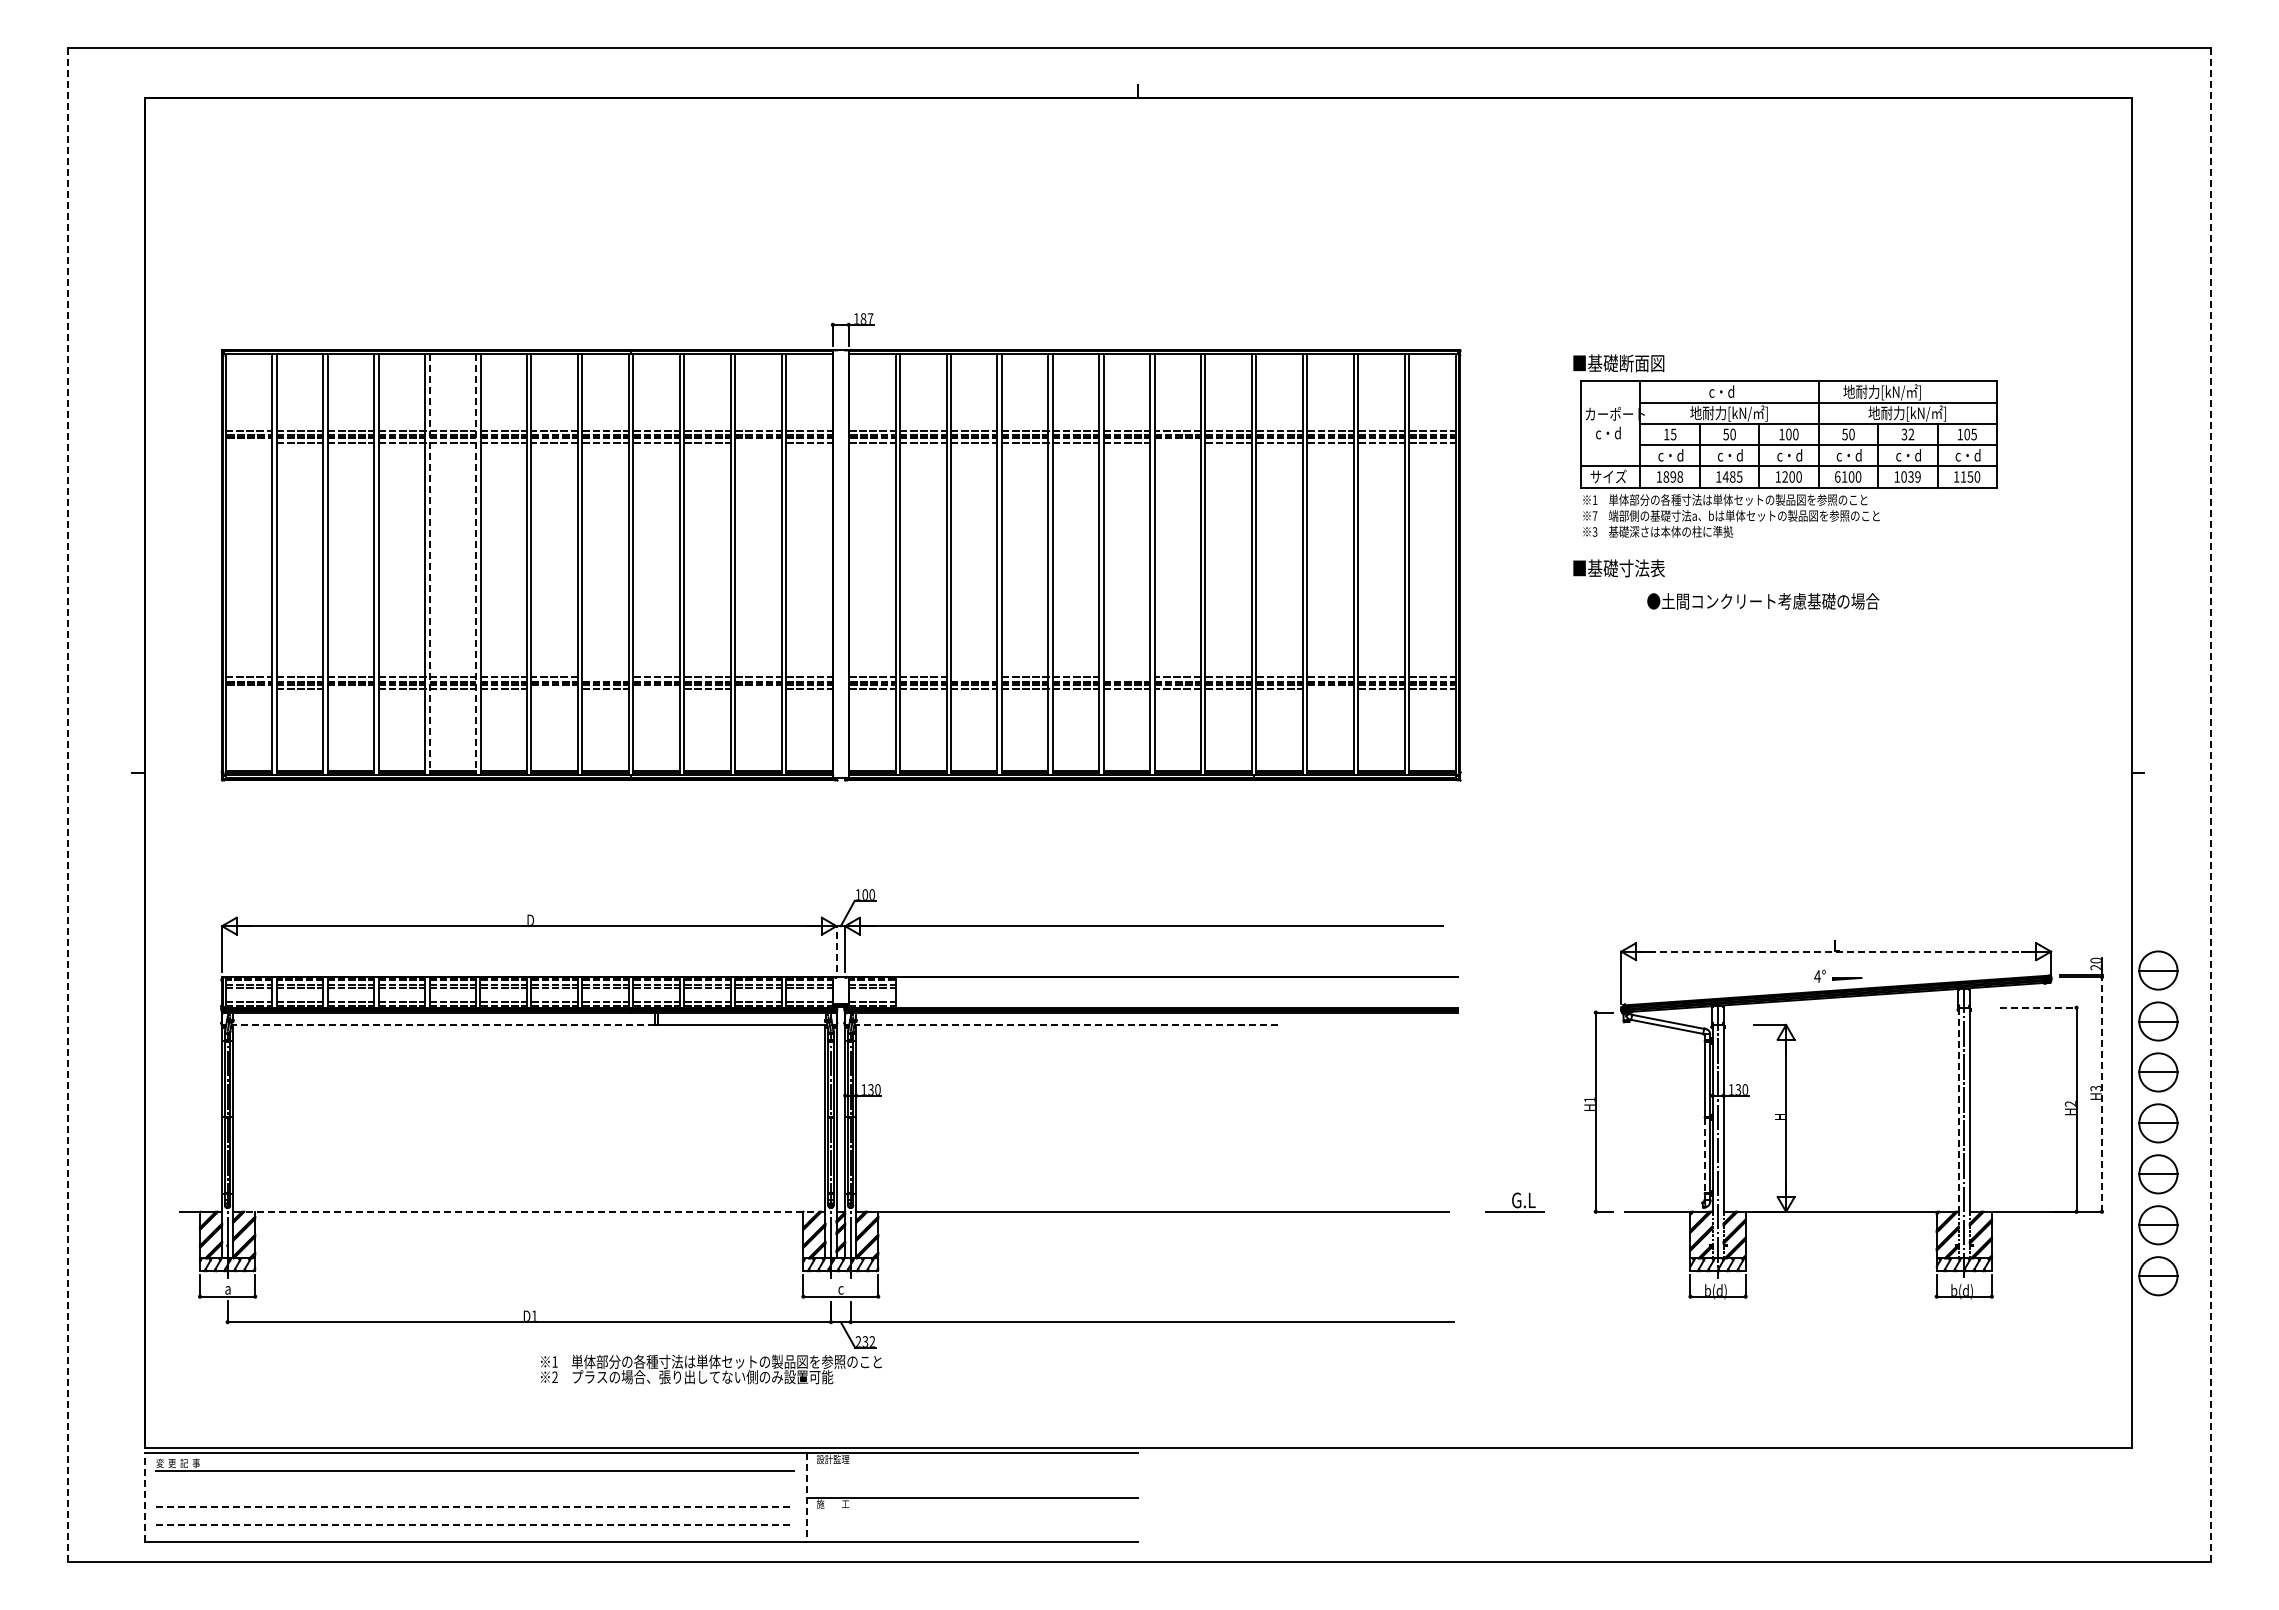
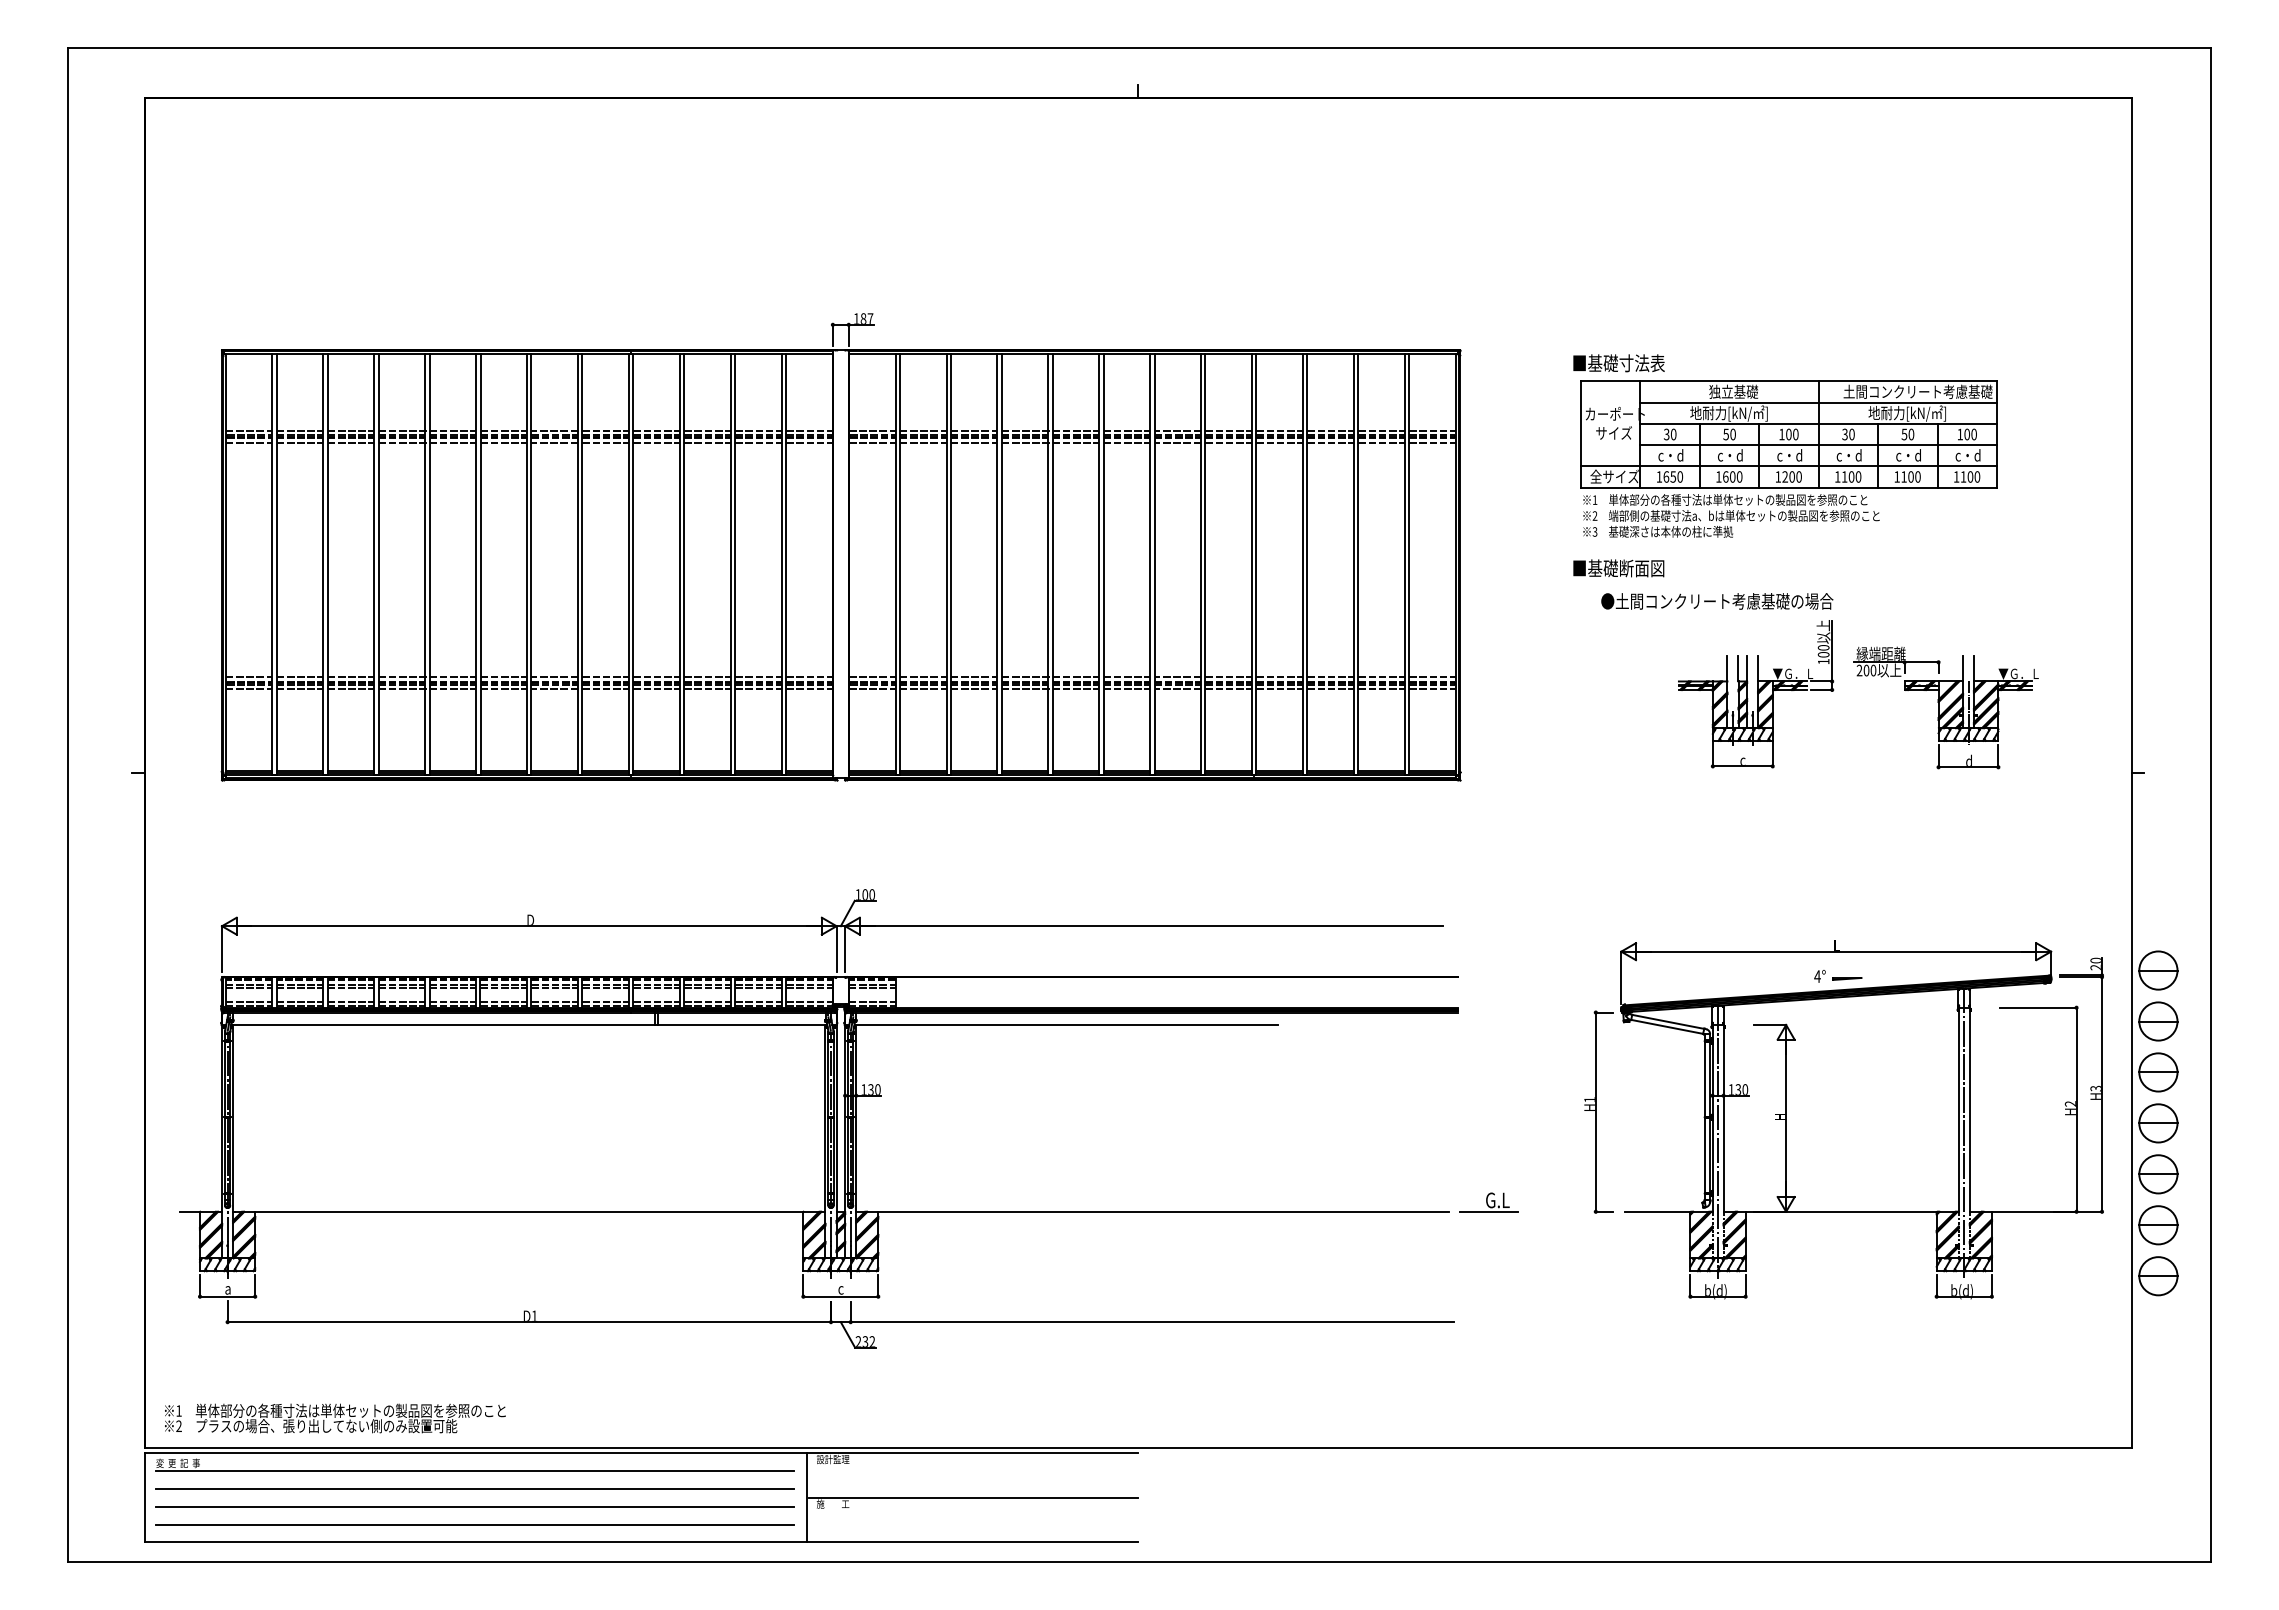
text at (1641, 363): ■基礎断面図 -> ■基礎寸法表
text at (1733, 391): c・d -> 独立基礎
text at (1917, 392): 地耐力[kN/㎡] -> 土間コンクリート考慮基礎
text at (1613, 432): c・d -> サイズ
text at (1844, 433): 50 -> 30
text at (1669, 434): 15 -> 30
text at (1908, 434): 32 -> 50
text at (1973, 434): 105 -> 100
line at (248, 442): none -> present
line at (758, 442): none -> present
line at (1177, 442): none -> present
text at (1614, 476): サイズ -> 全サイズ
text at (1673, 476): 1898 -> 1650
text at (1732, 476): 1485 -> 1600
text at (1837, 476): 6100 -> 1100
text at (1910, 476): 1039 -> 1100
text at (1970, 476): 1150 -> 1100
text at (1594, 515): 7 -> 2
line at (429, 564): dashed -> solid
line at (476, 564): dashed -> solid
text at (1641, 568): ■基礎寸法表 -> ■基礎断面図
text at (1763, 601) position: (1763, 601) -> (1717, 601)
line at (605, 677): none -> present
line at (973, 677): none -> present
line at (1126, 677): none -> present
line at (248, 689): none -> present
line at (350, 689): none -> present
line at (554, 689): none -> present
line at (656, 689): none -> present
line at (758, 689): none -> present
line at (1330, 689): none -> present
part at (1756, 694): none -> present
part at (1945, 707): none -> present
line at (68, 805): dashed -> solid
line at (2210, 805): dashed -> solid
line at (836, 949): dashed -> solid
line at (1836, 951): dashed -> solid
line at (2039, 1007): dashed -> solid
line at (443, 1024): dashed -> solid
line at (1066, 1024): dashed -> solid
line at (2102, 1093): dashed -> solid
line at (1958, 1109): dashed -> solid
line at (1704, 1155): dashed -> solid
part at (1514, 1202) position: (1514, 1202) -> (1488, 1202)
line at (528, 1211): dashed -> solid
text at (711, 1369) position: (711, 1369) -> (335, 1418)
line at (474, 1488): none -> present
line at (144, 1497): dashed -> solid
line at (807, 1497): dashed -> solid
line at (475, 1506): dashed -> solid
line at (475, 1524): dashed -> solid
